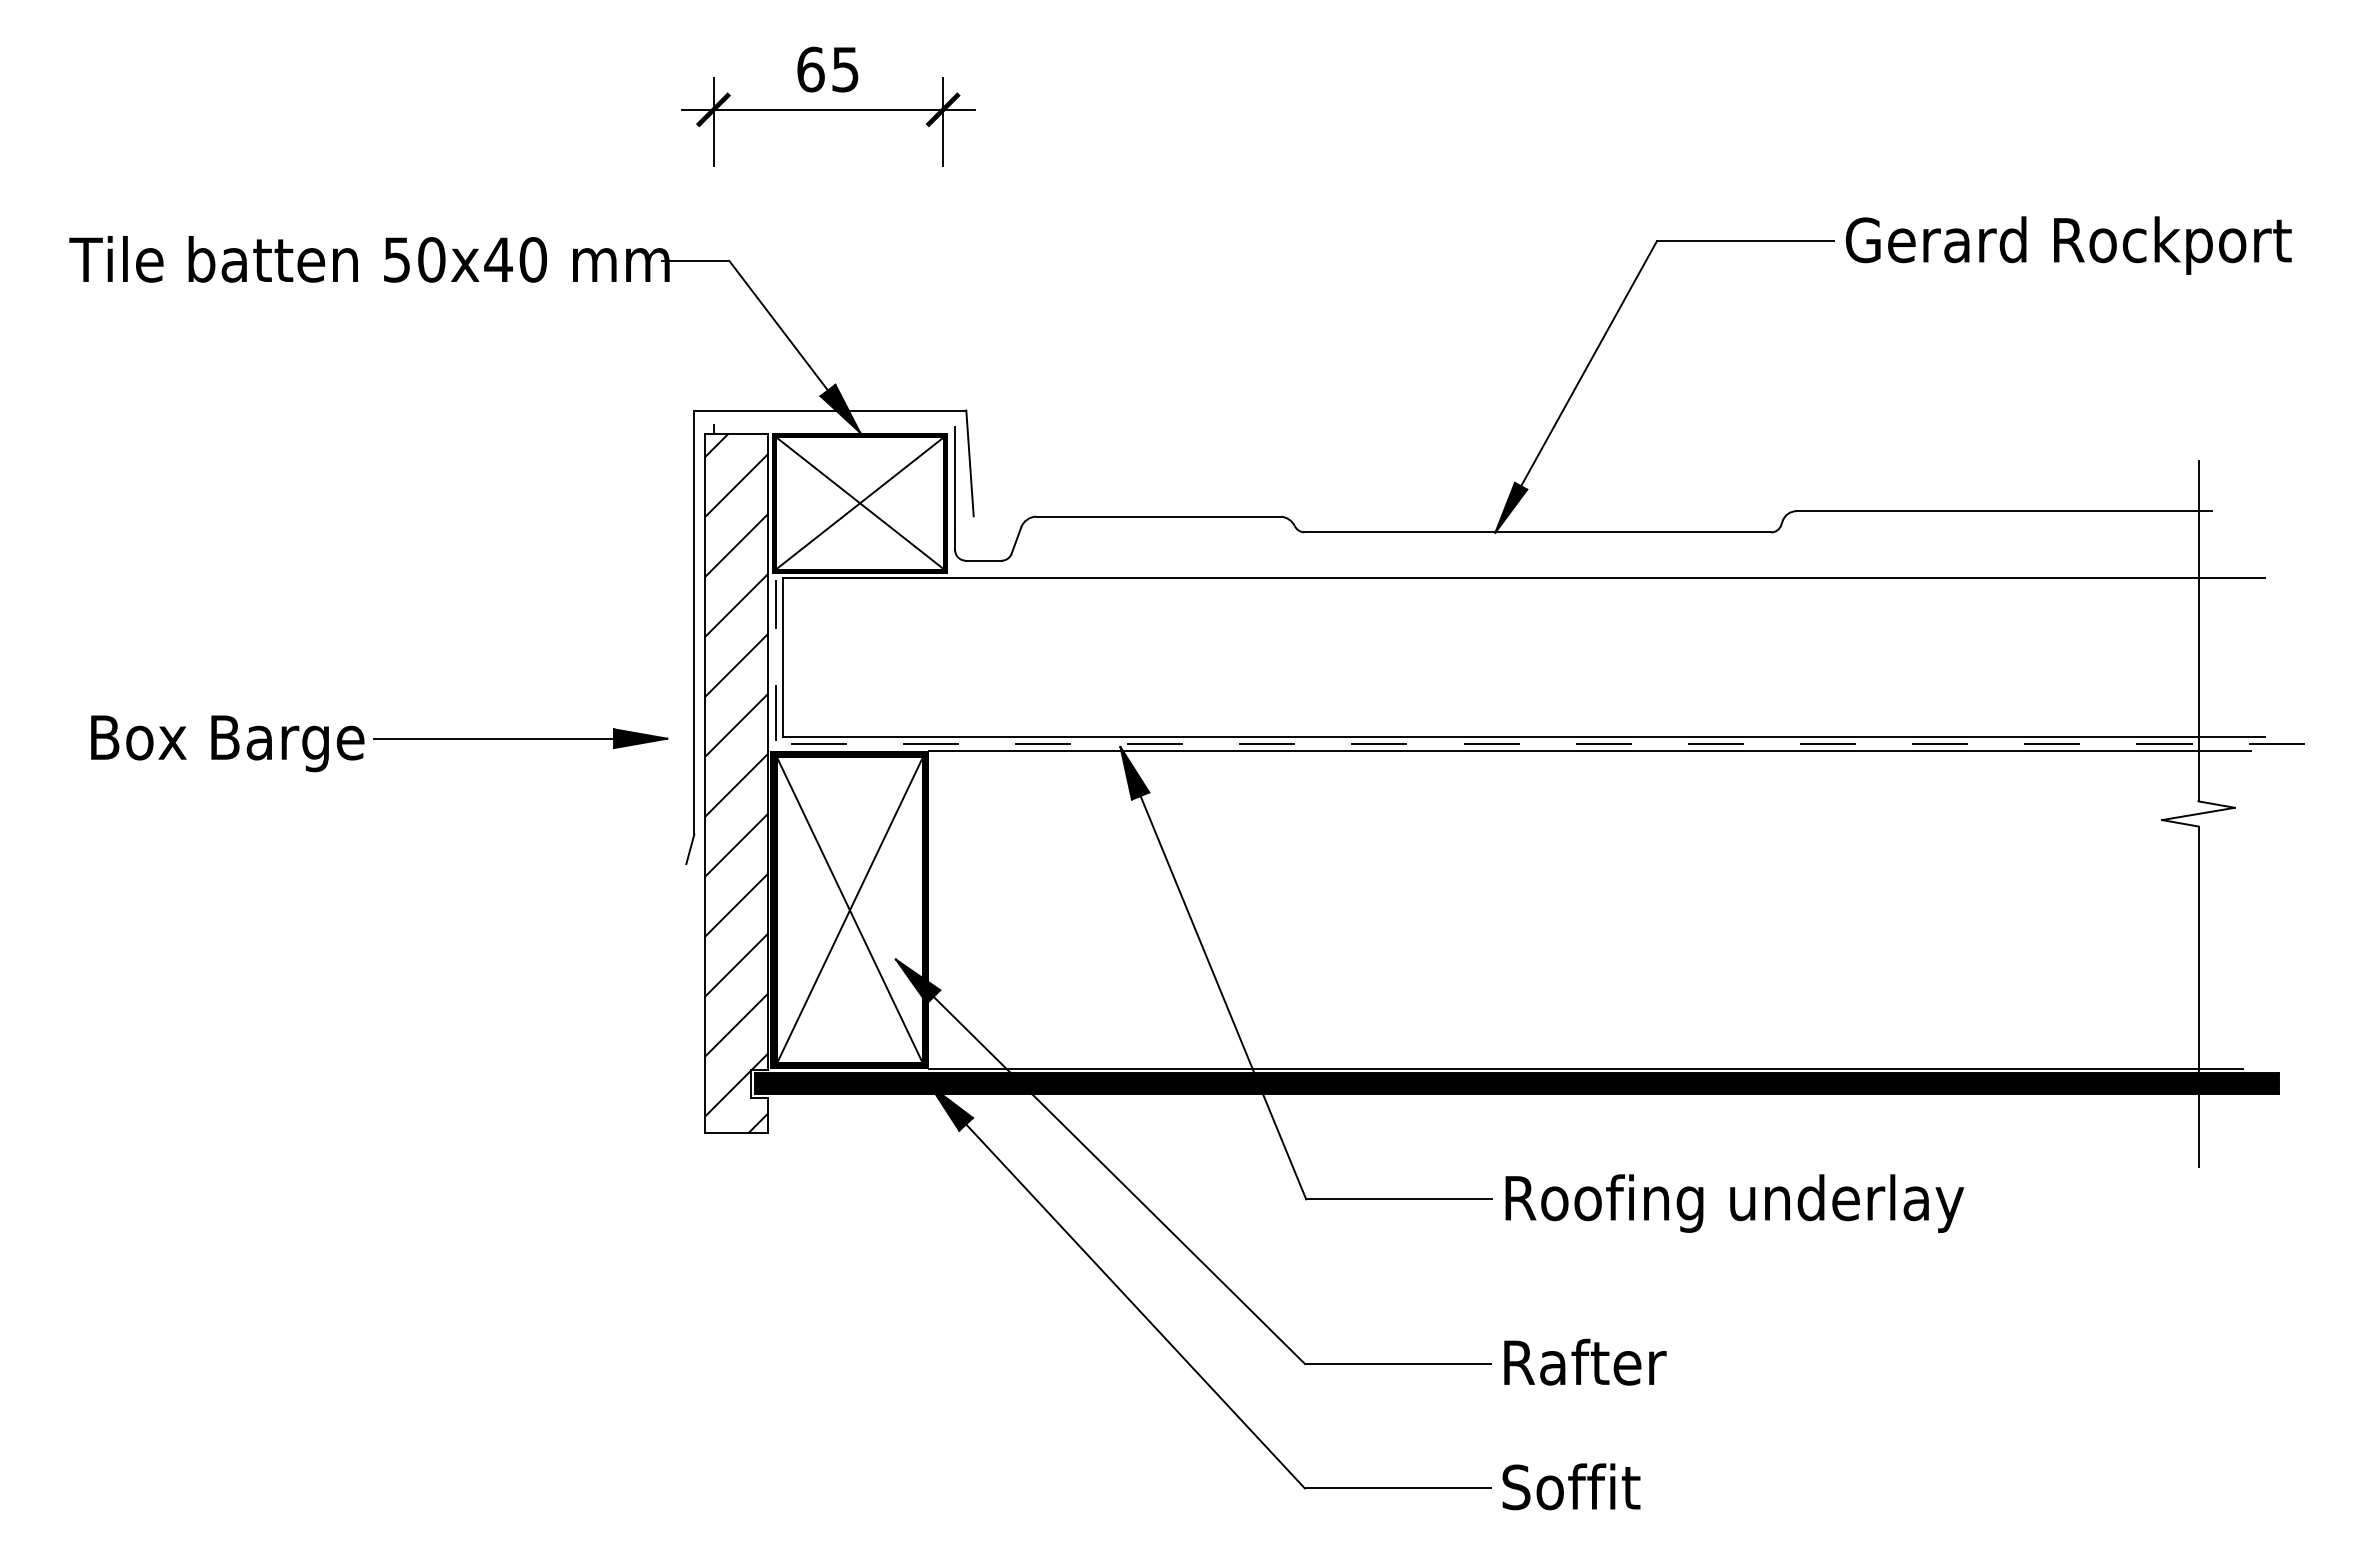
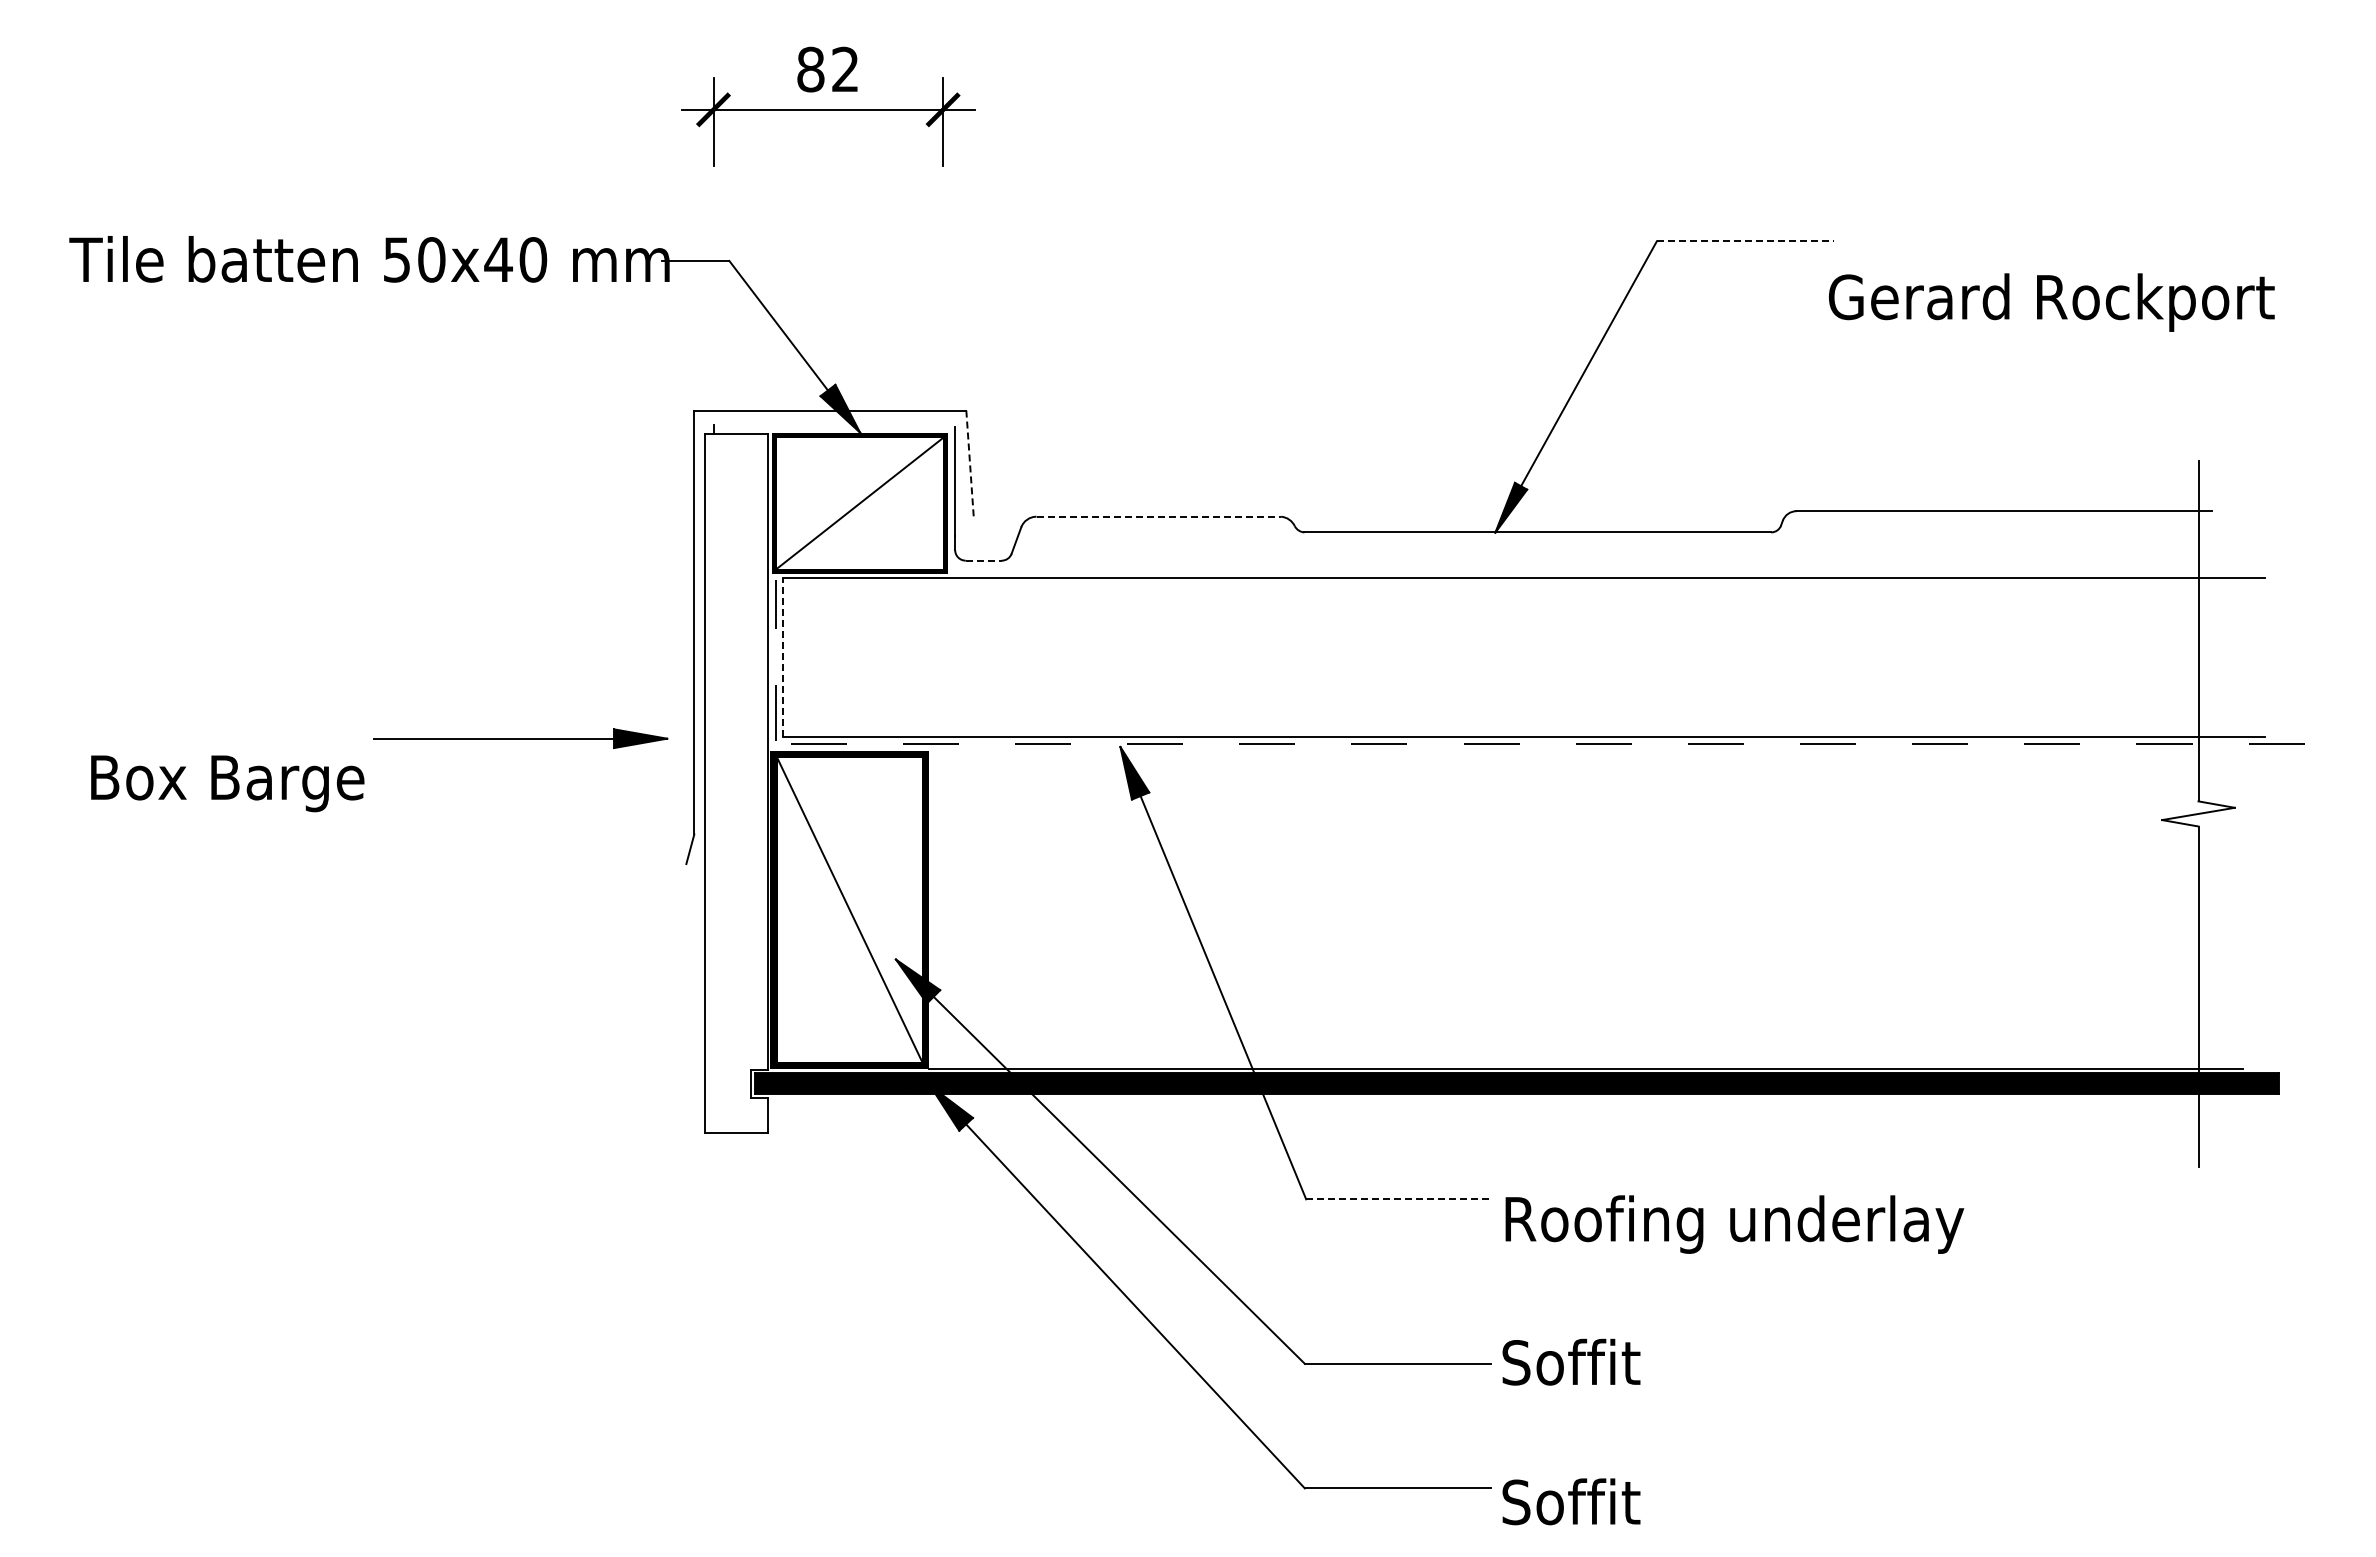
text at (827, 69): 65 -> 82
line at (1745, 241): solid -> dashed
text at (2068, 245) position: (2068, 245) -> (2051, 302)
line at (970, 463): solid -> dashed
line at (860, 502): present -> none
line at (1159, 516): solid -> dashed
line at (983, 560): solid -> dashed
line at (782, 657): solid -> dashed
text at (227, 743) position: (227, 743) -> (227, 783)
line at (1589, 751): present -> none
hatch at (736, 783): present -> none
line at (849, 910): present -> none
line at (1399, 1199): solid -> dashed
text at (1734, 1203) position: (1734, 1203) -> (1734, 1224)
text at (1584, 1361): Rafter -> Soffit
text at (1571, 1486) position: (1571, 1486) -> (1571, 1501)
